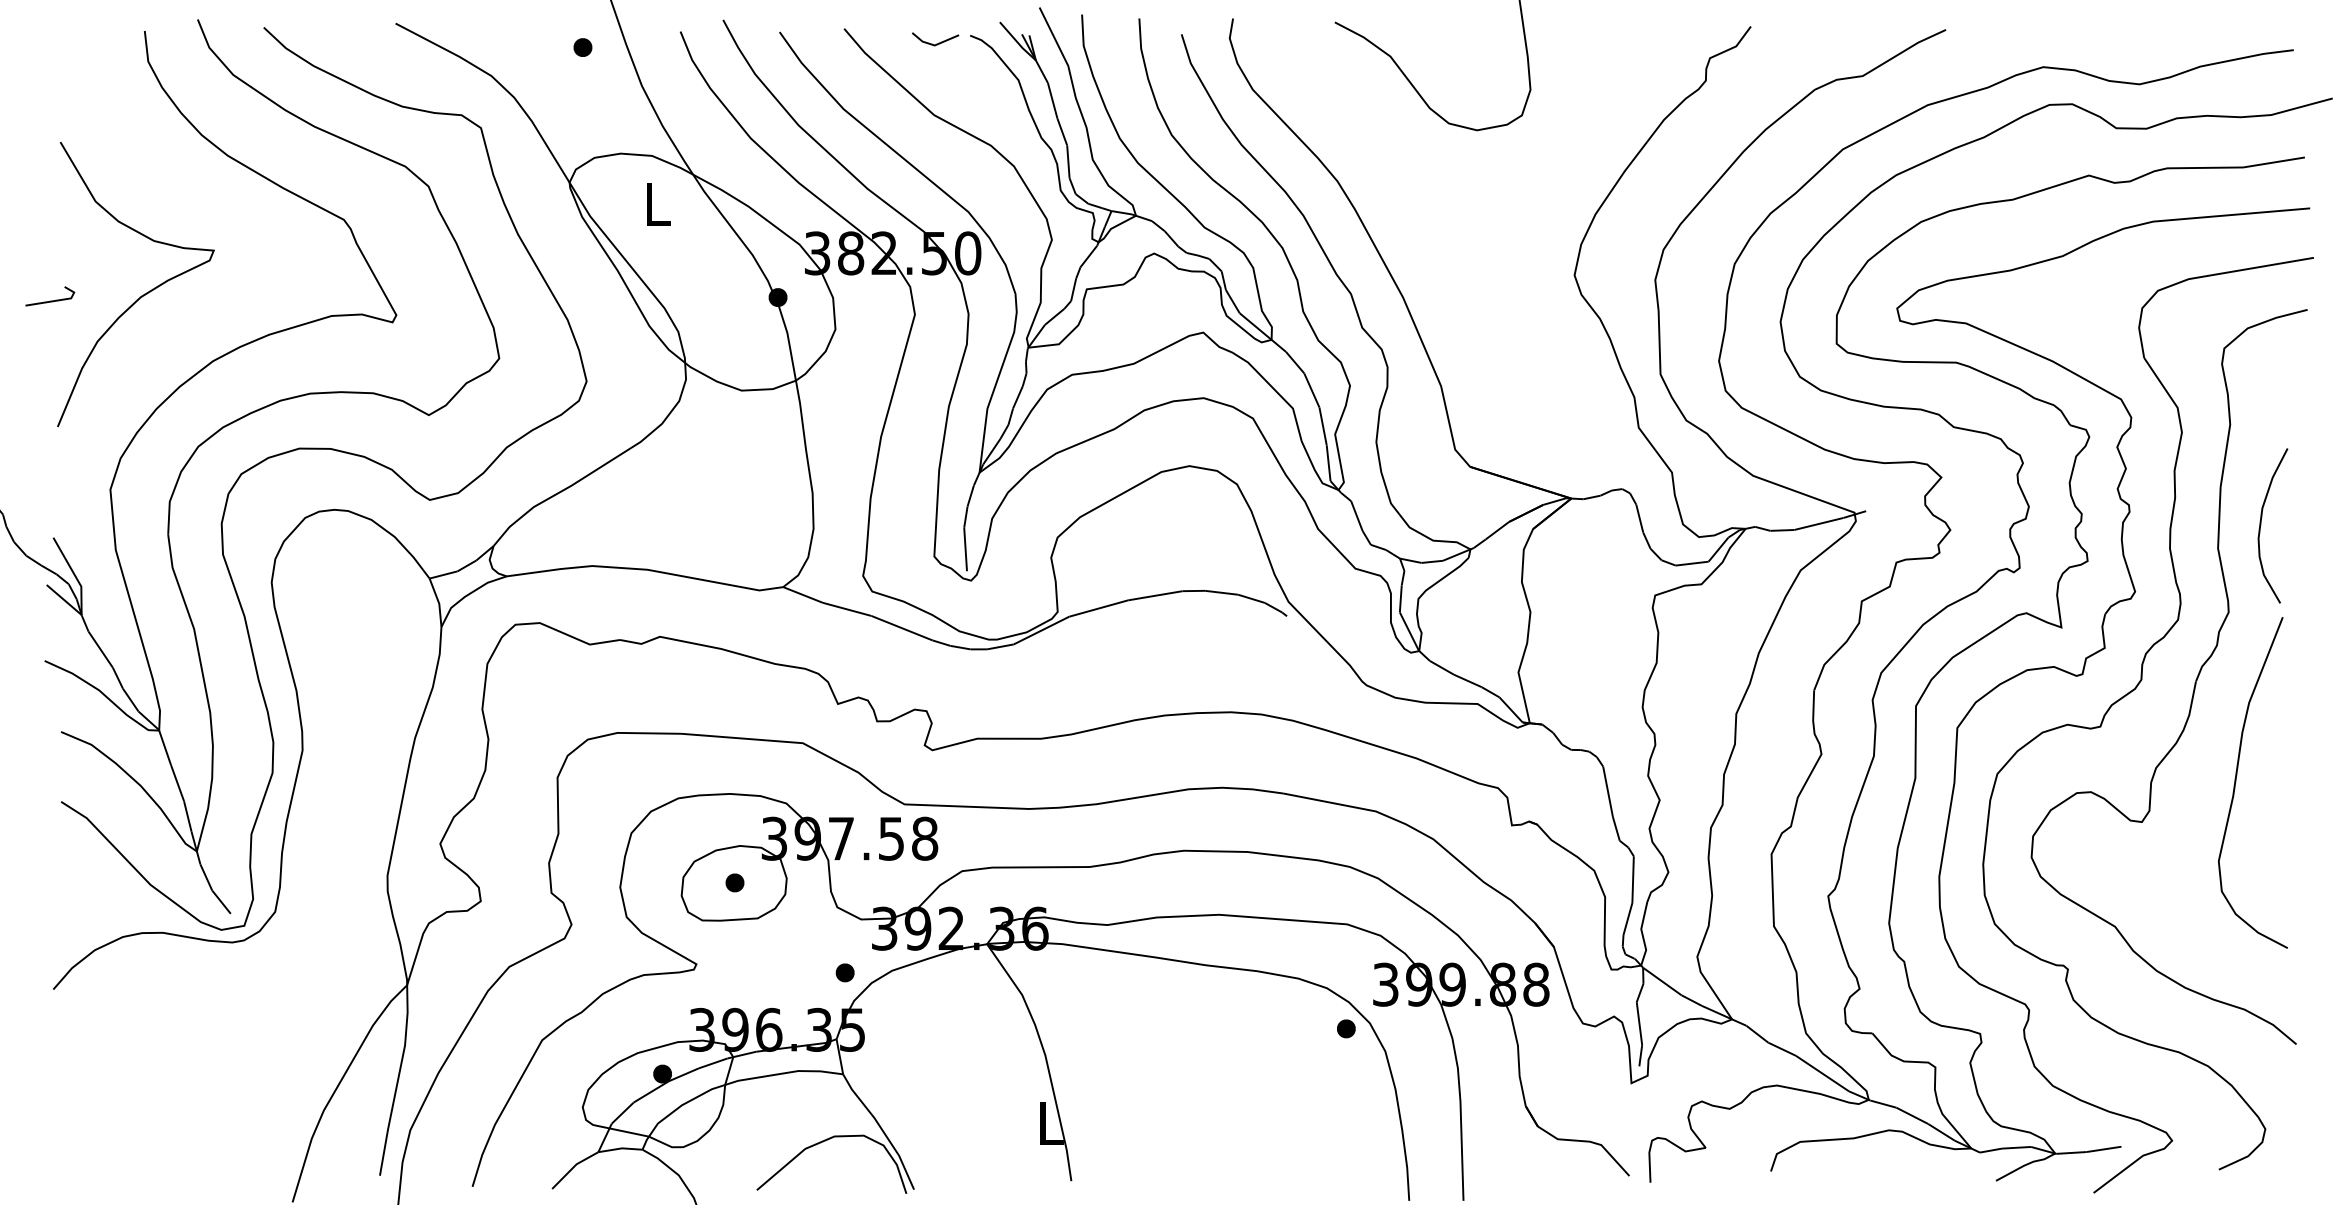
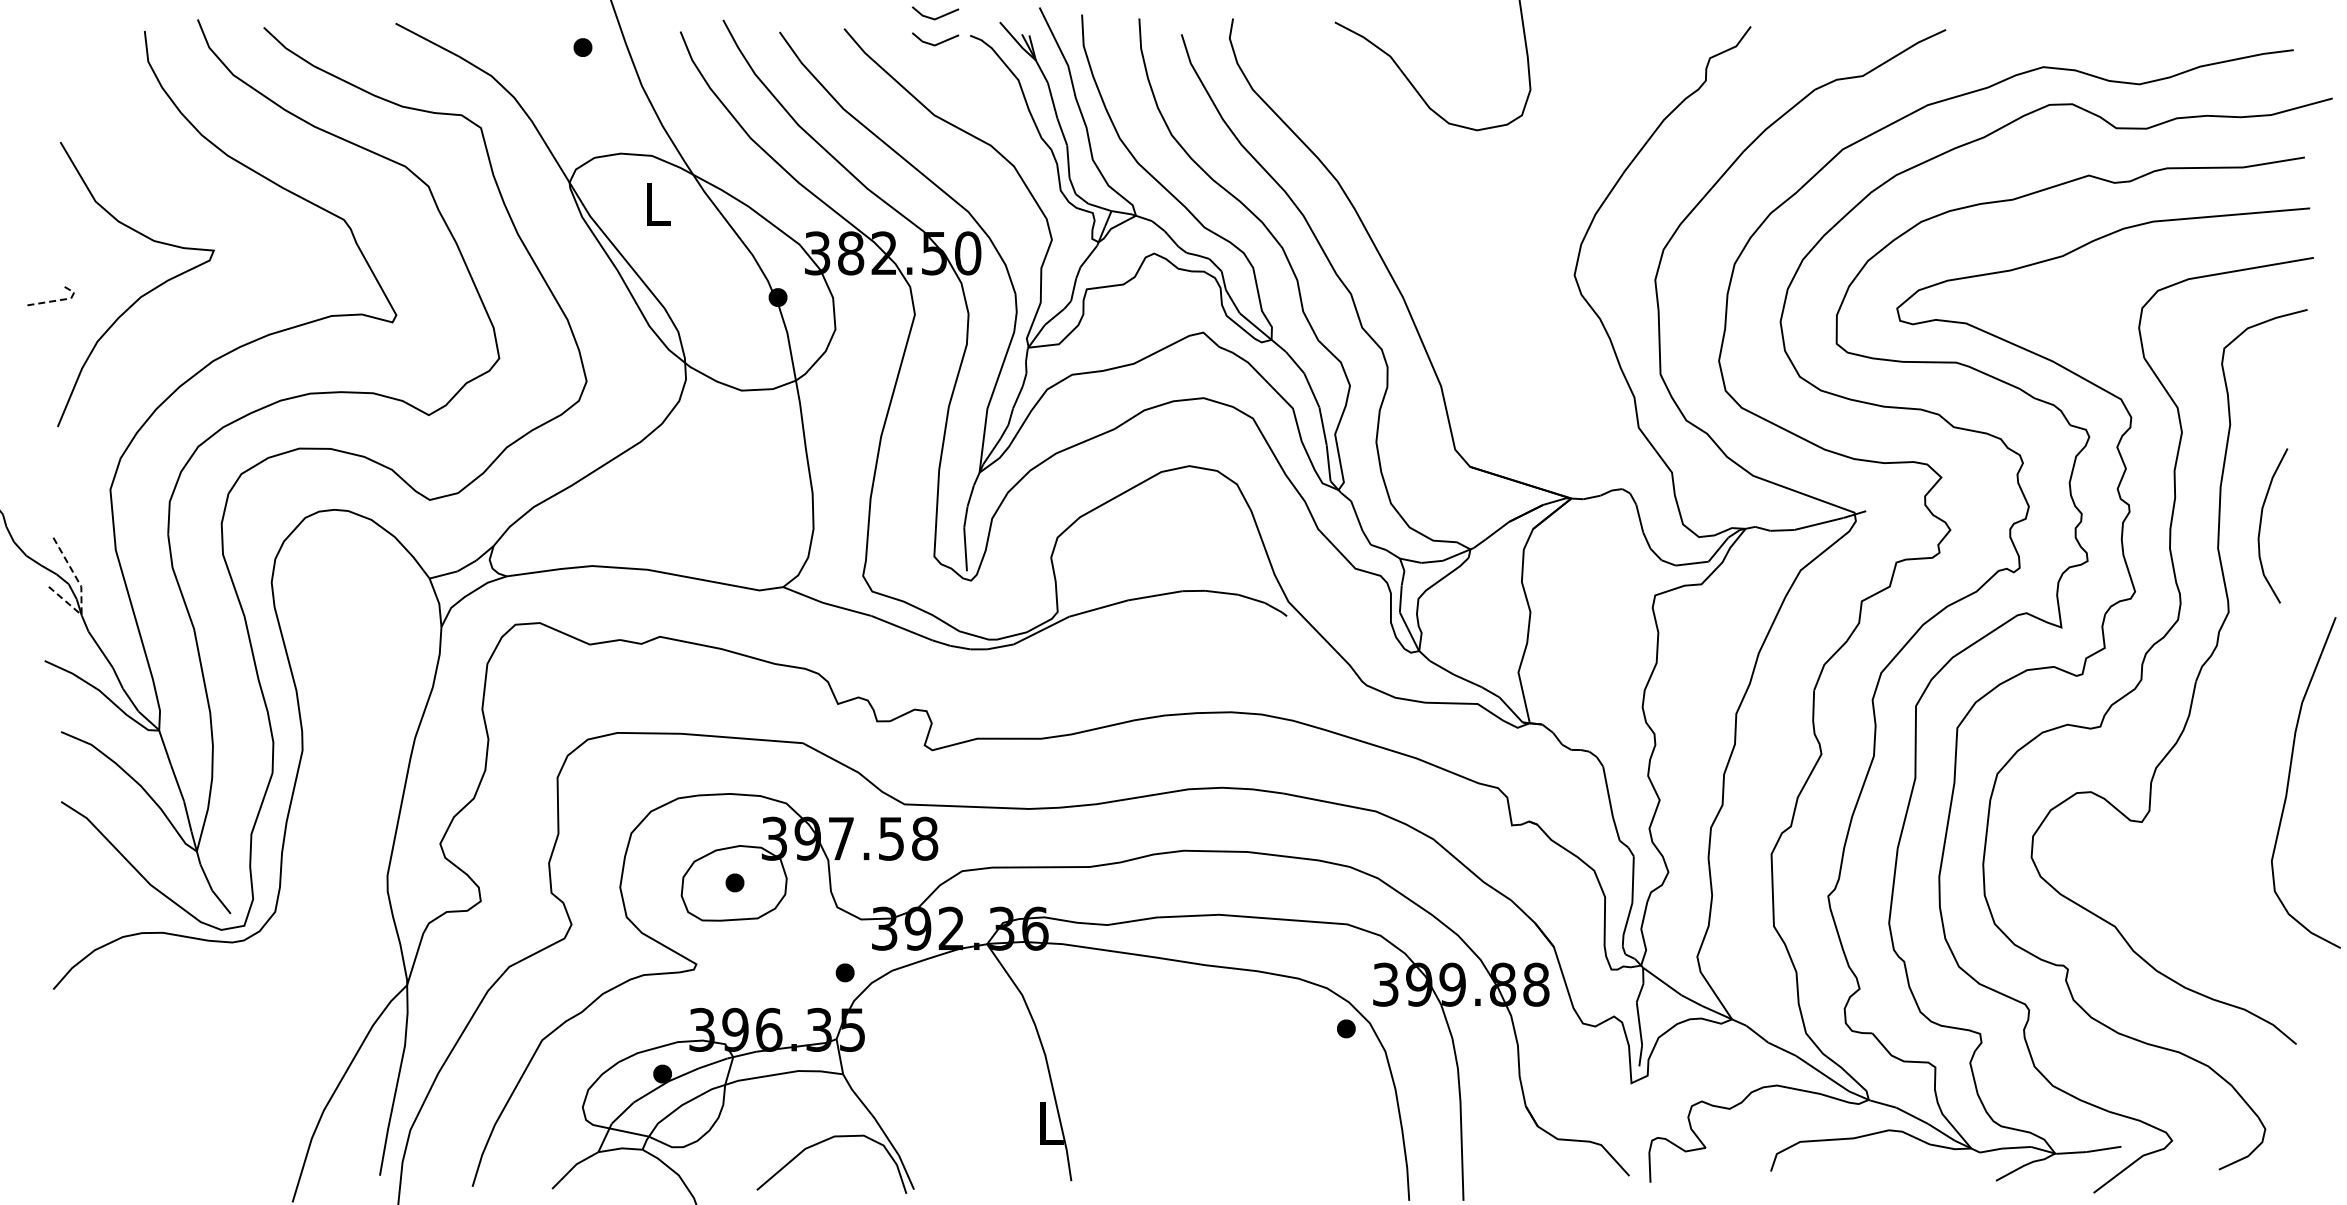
line at (936, 17): none -> present
line at (58, 300): solid -> dashed
line at (81, 596): solid -> dashed
curve at (2236, 782) position: (2236, 782) -> (2289, 782)
